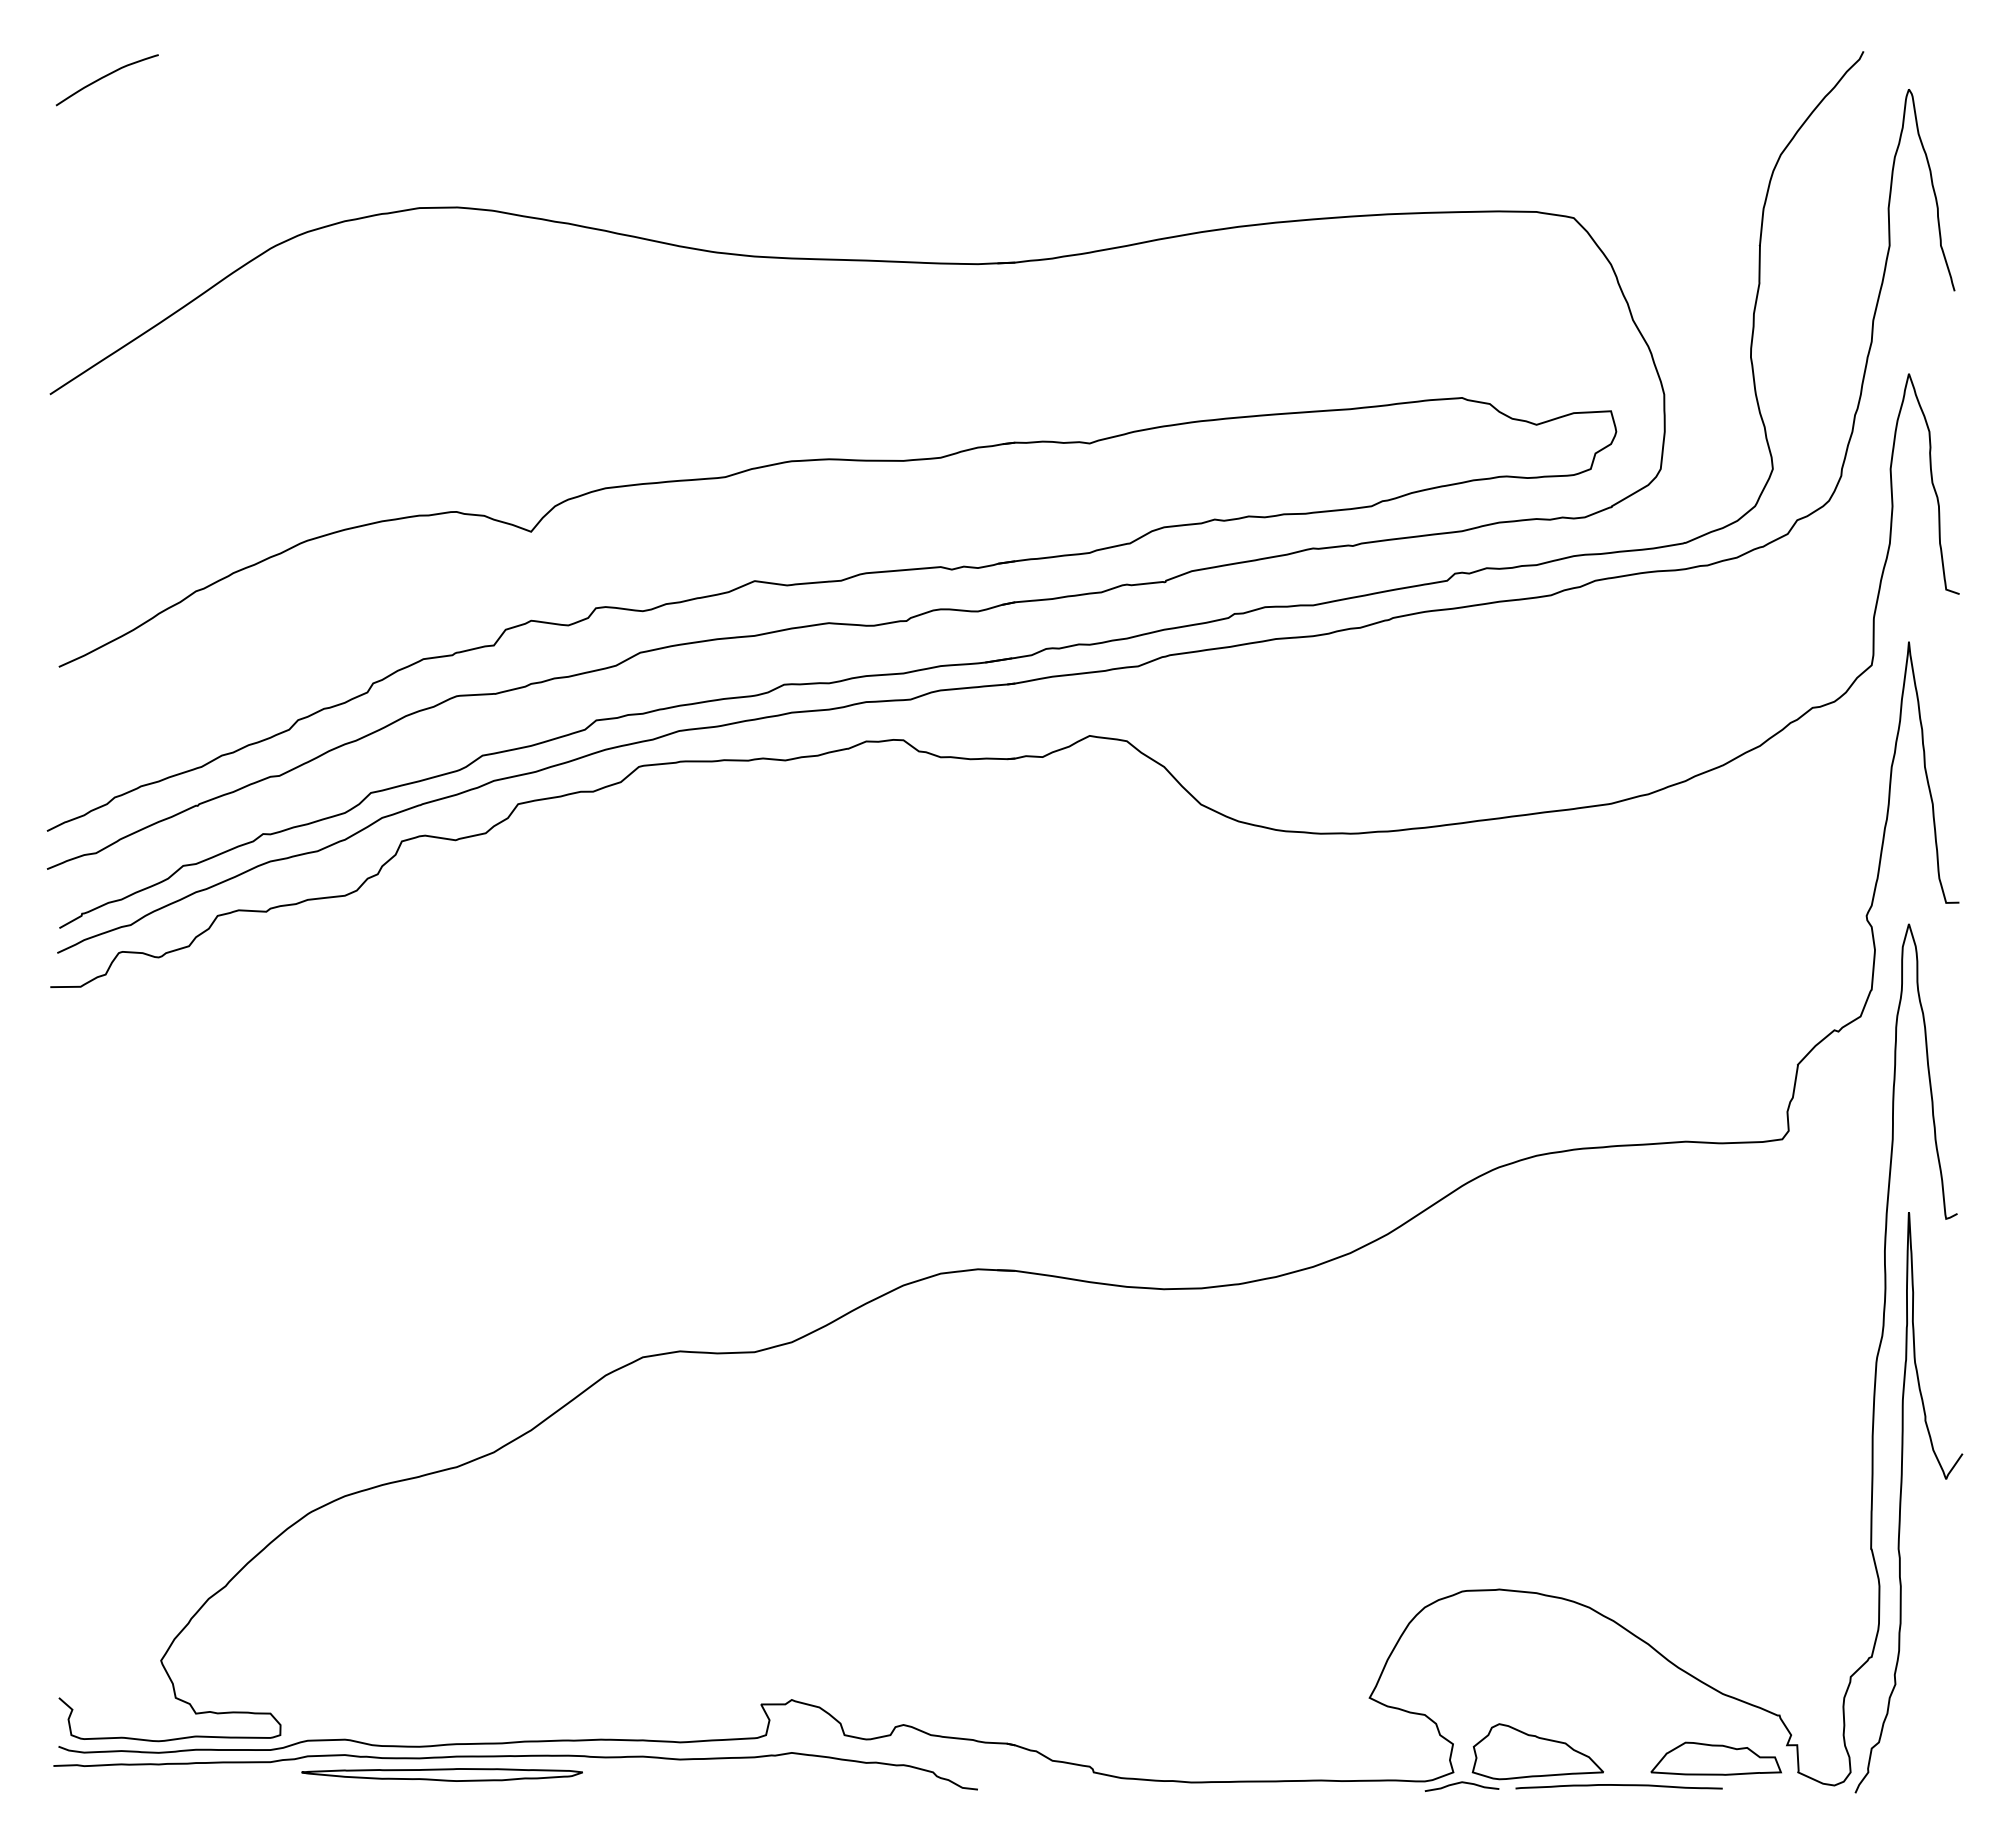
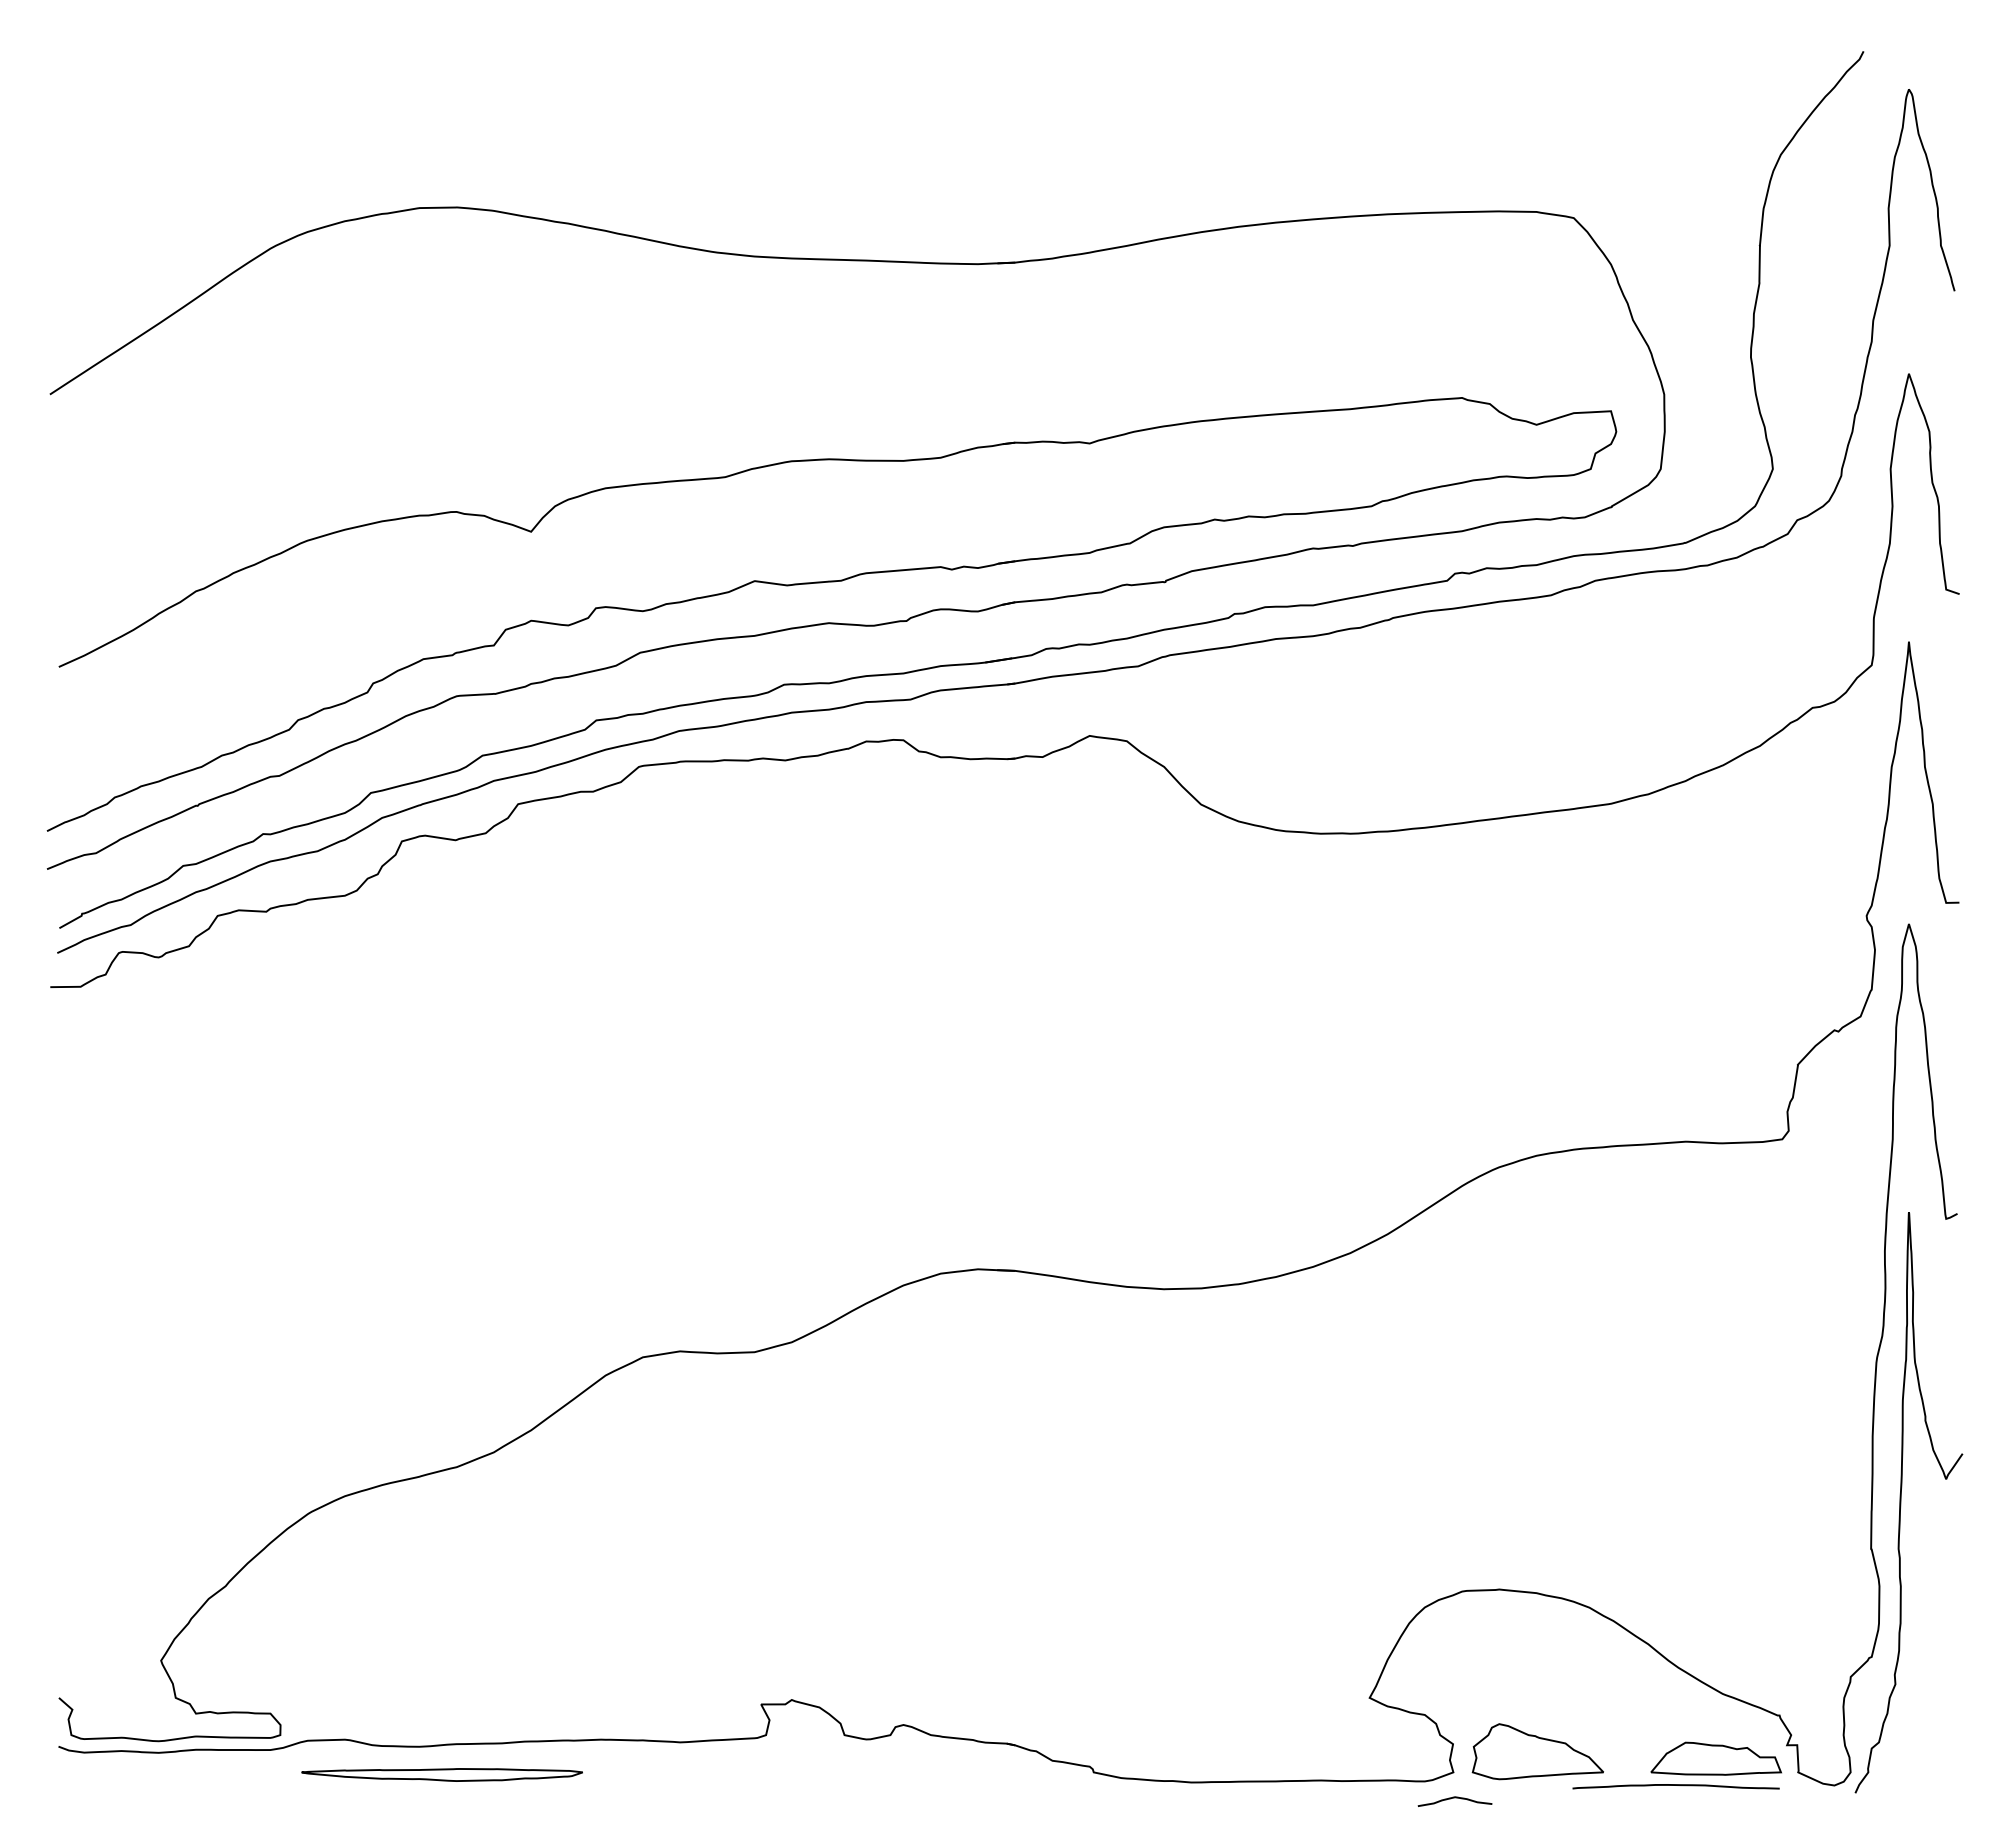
curve at (105, 77): present -> none
curve at (515, 1757): present -> none
curve at (1461, 1783) position: (1461, 1783) -> (1454, 1798)
curve at (1618, 1785) position: (1618, 1785) -> (1675, 1785)
